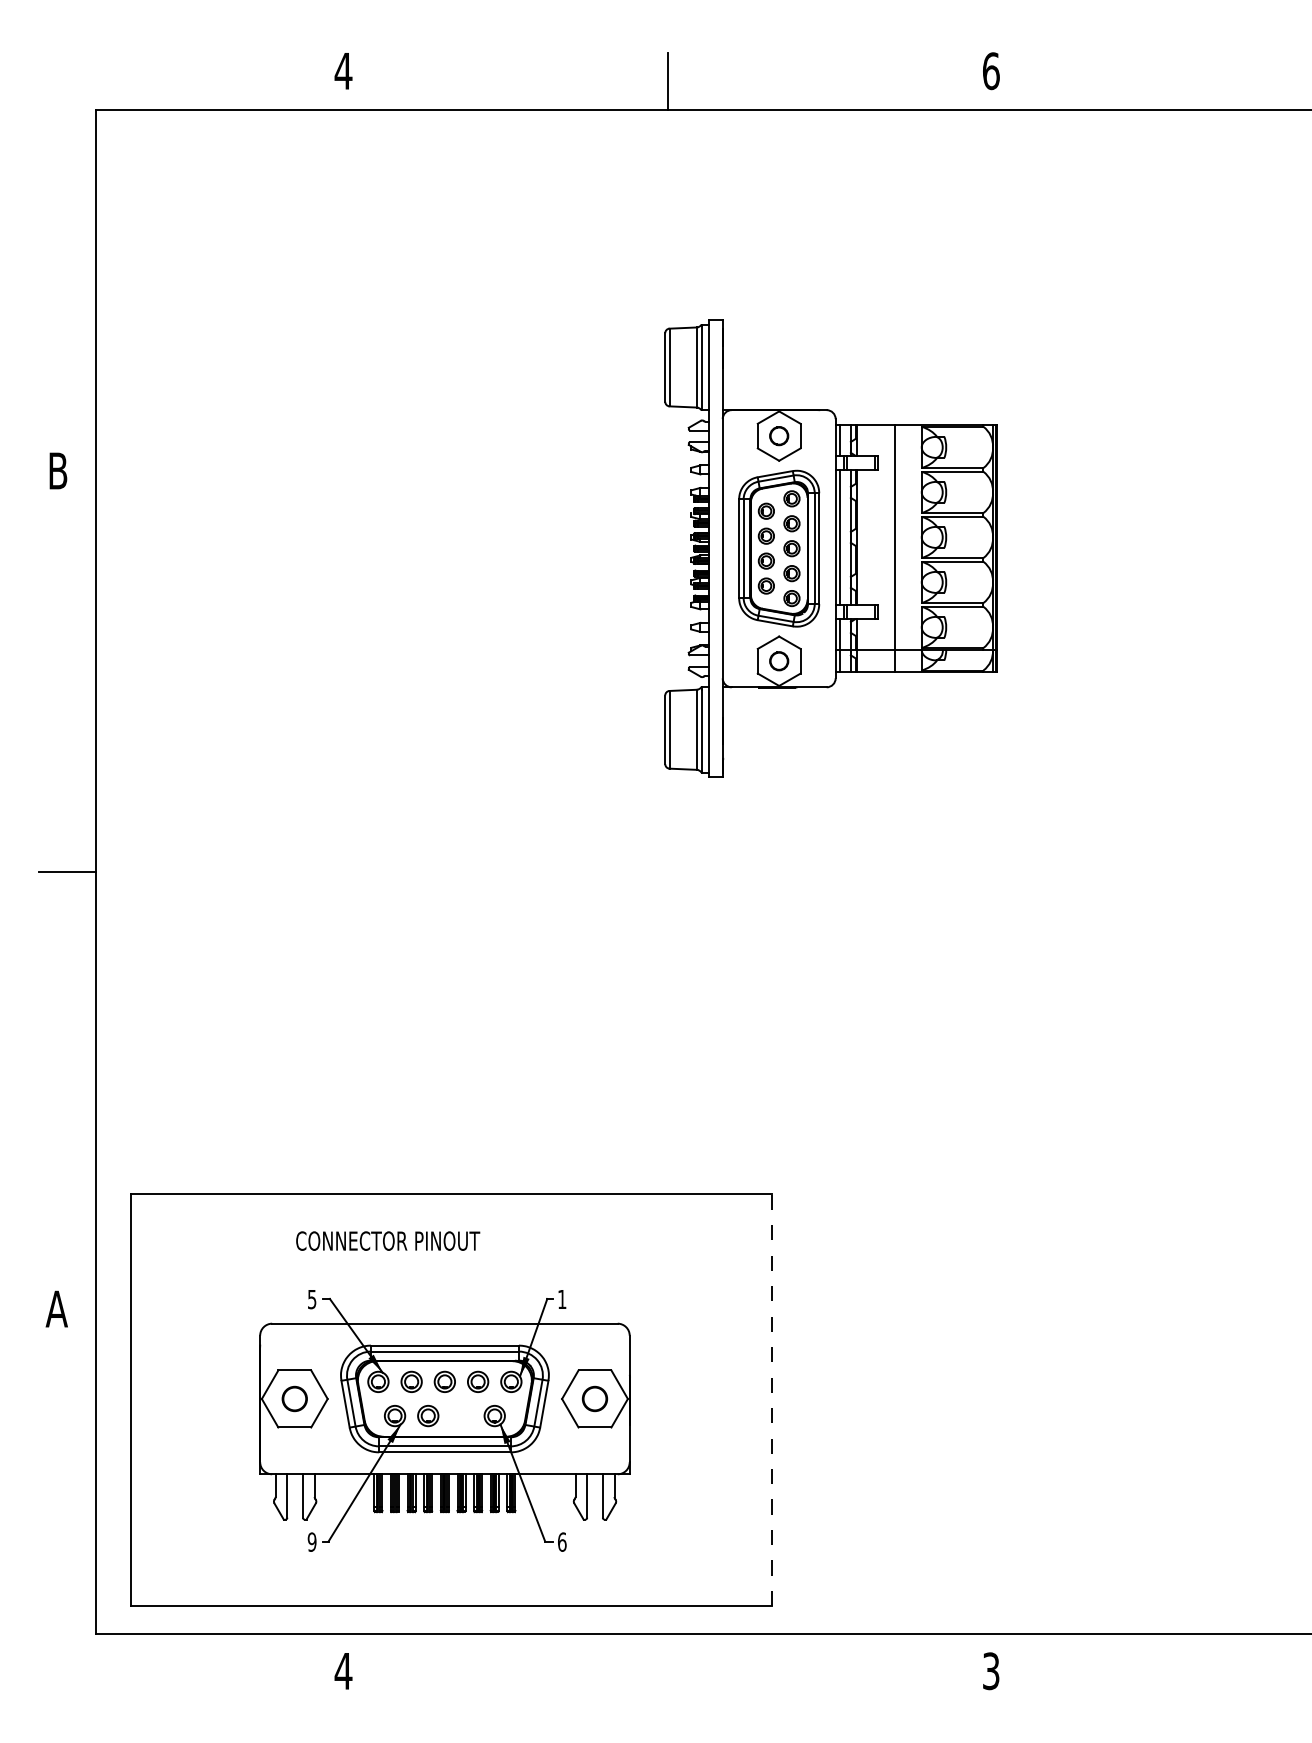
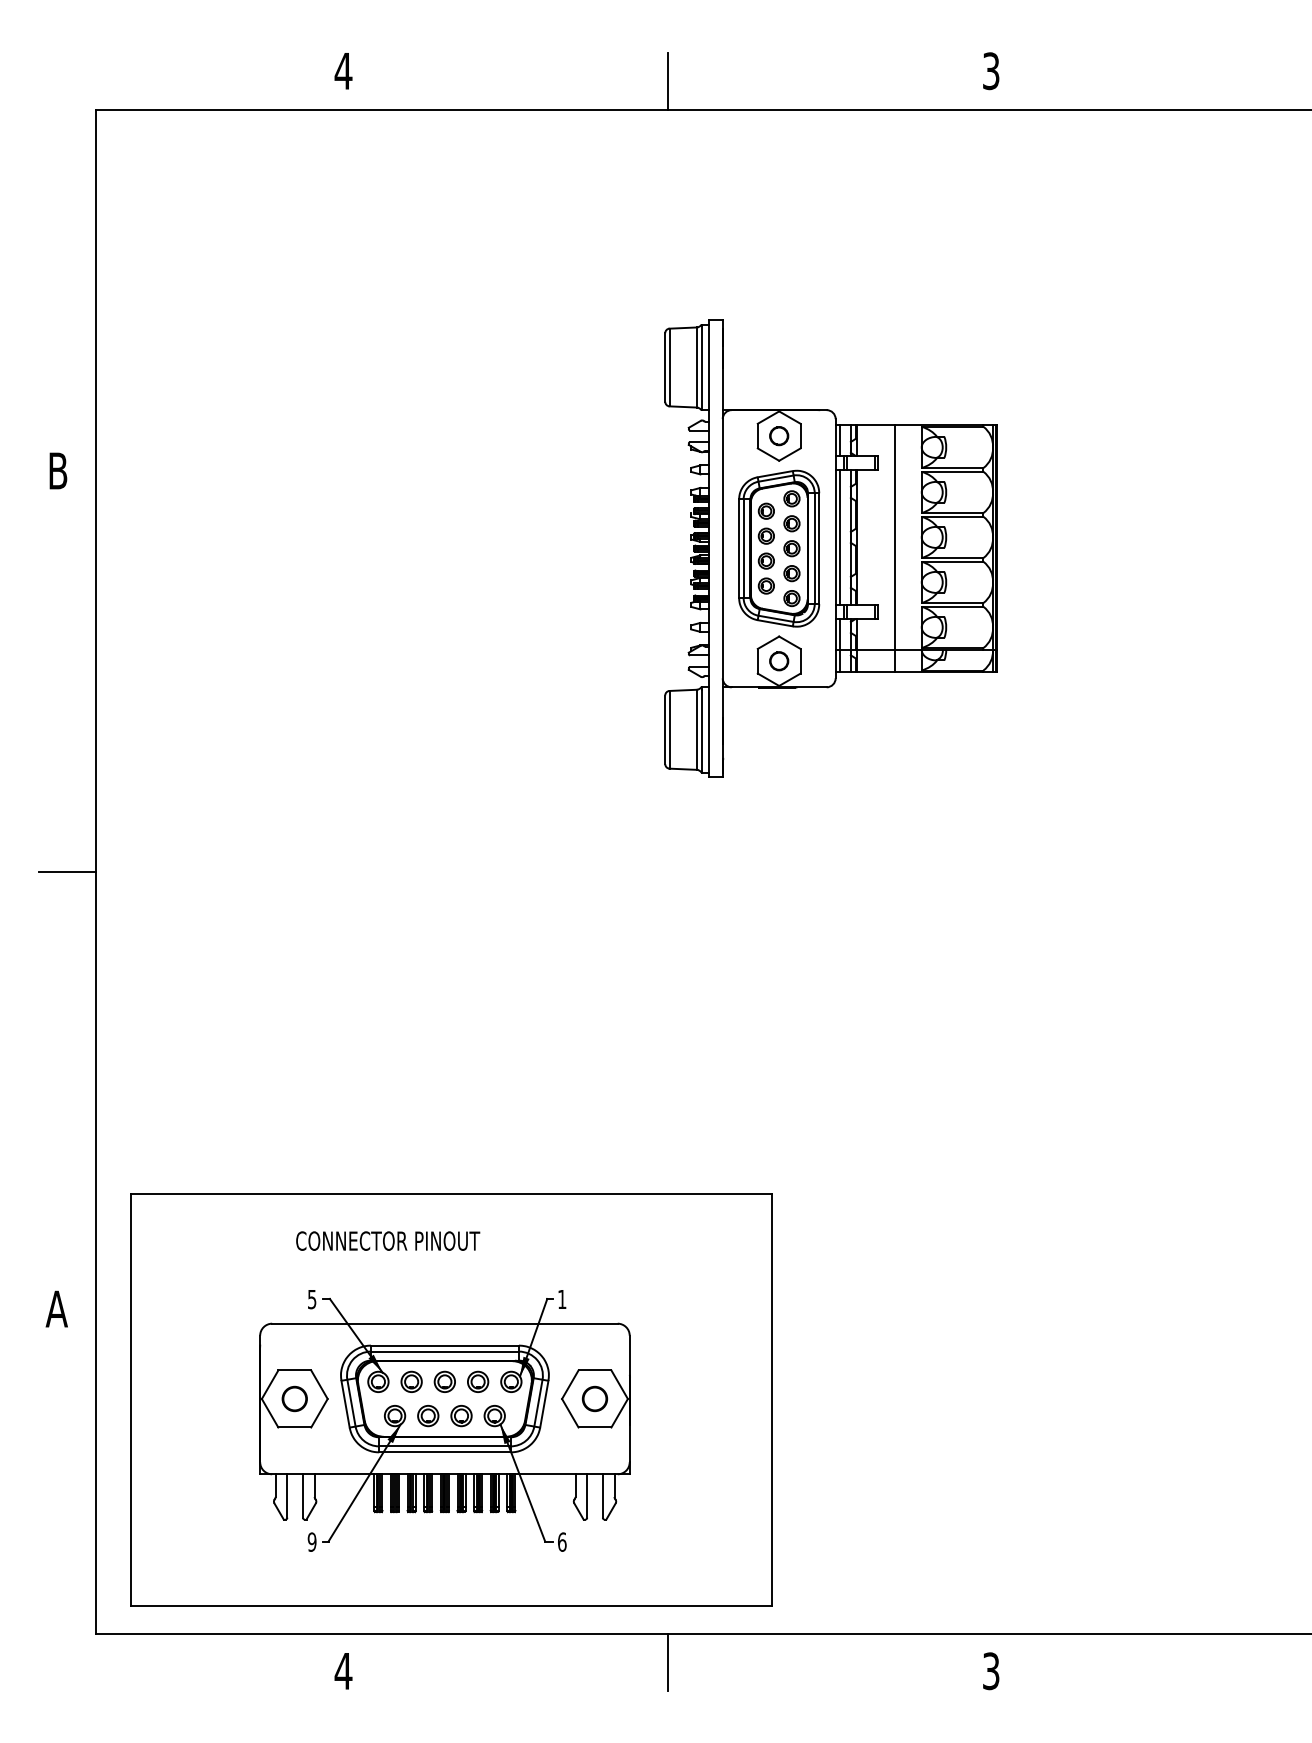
text at (991, 71): 6 -> 3
line at (771, 1399): dashed -> solid
part at (461, 1416): none -> present
line at (667, 1661): none -> present
